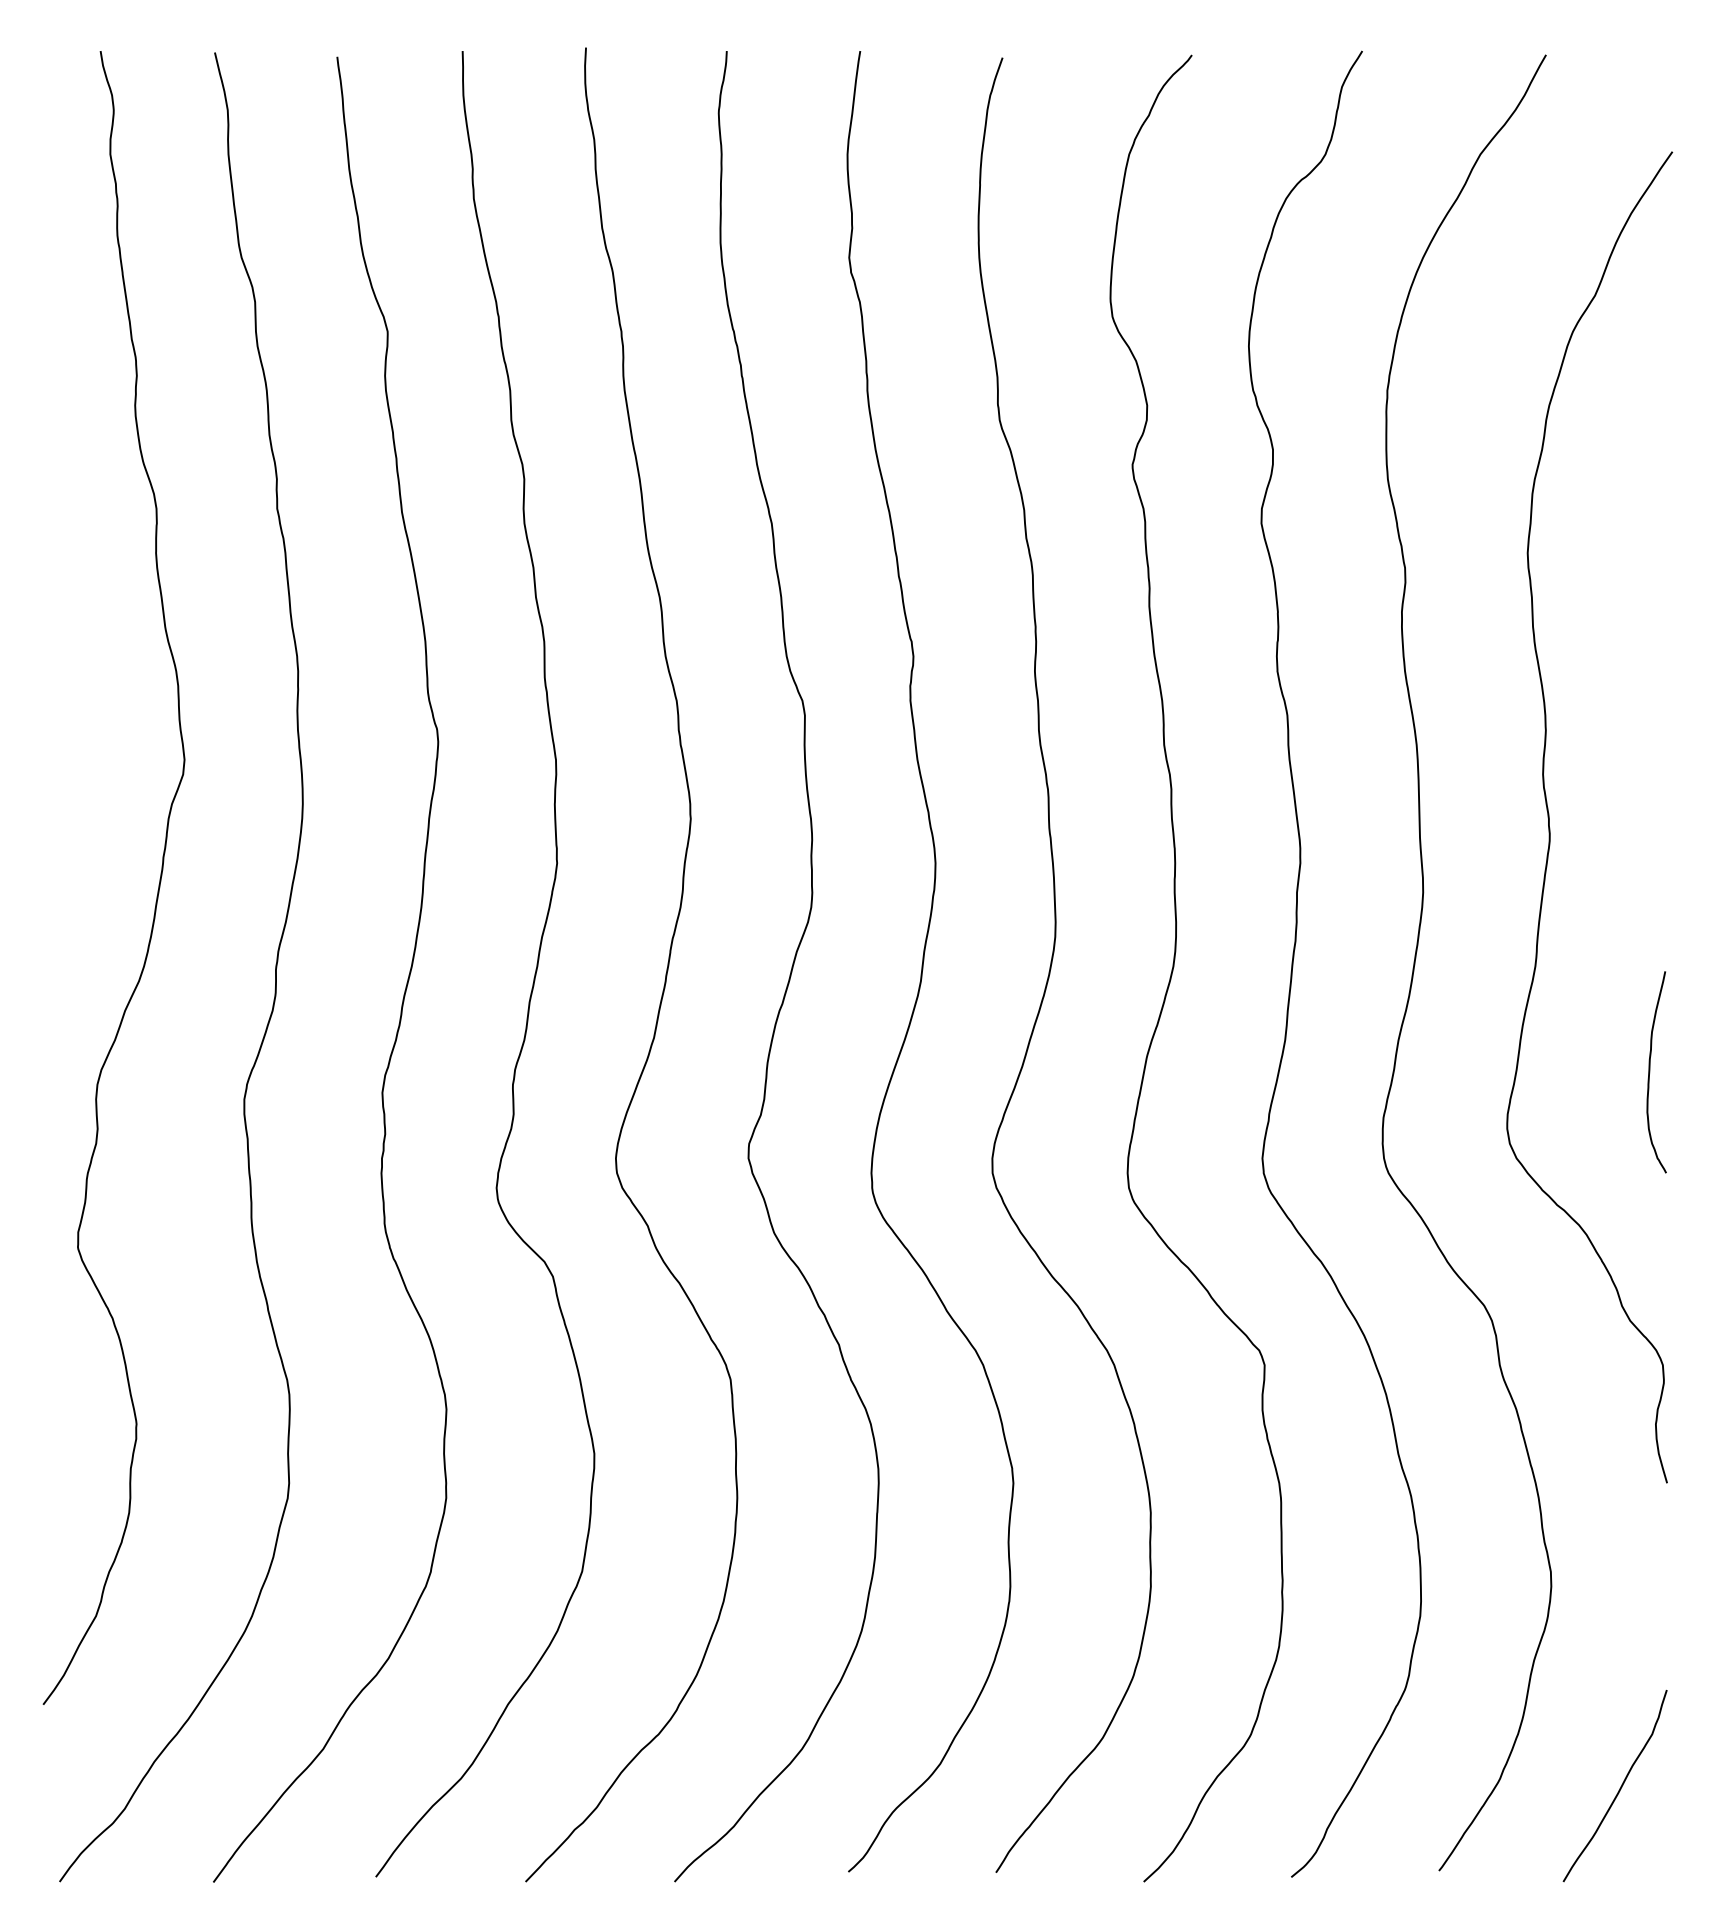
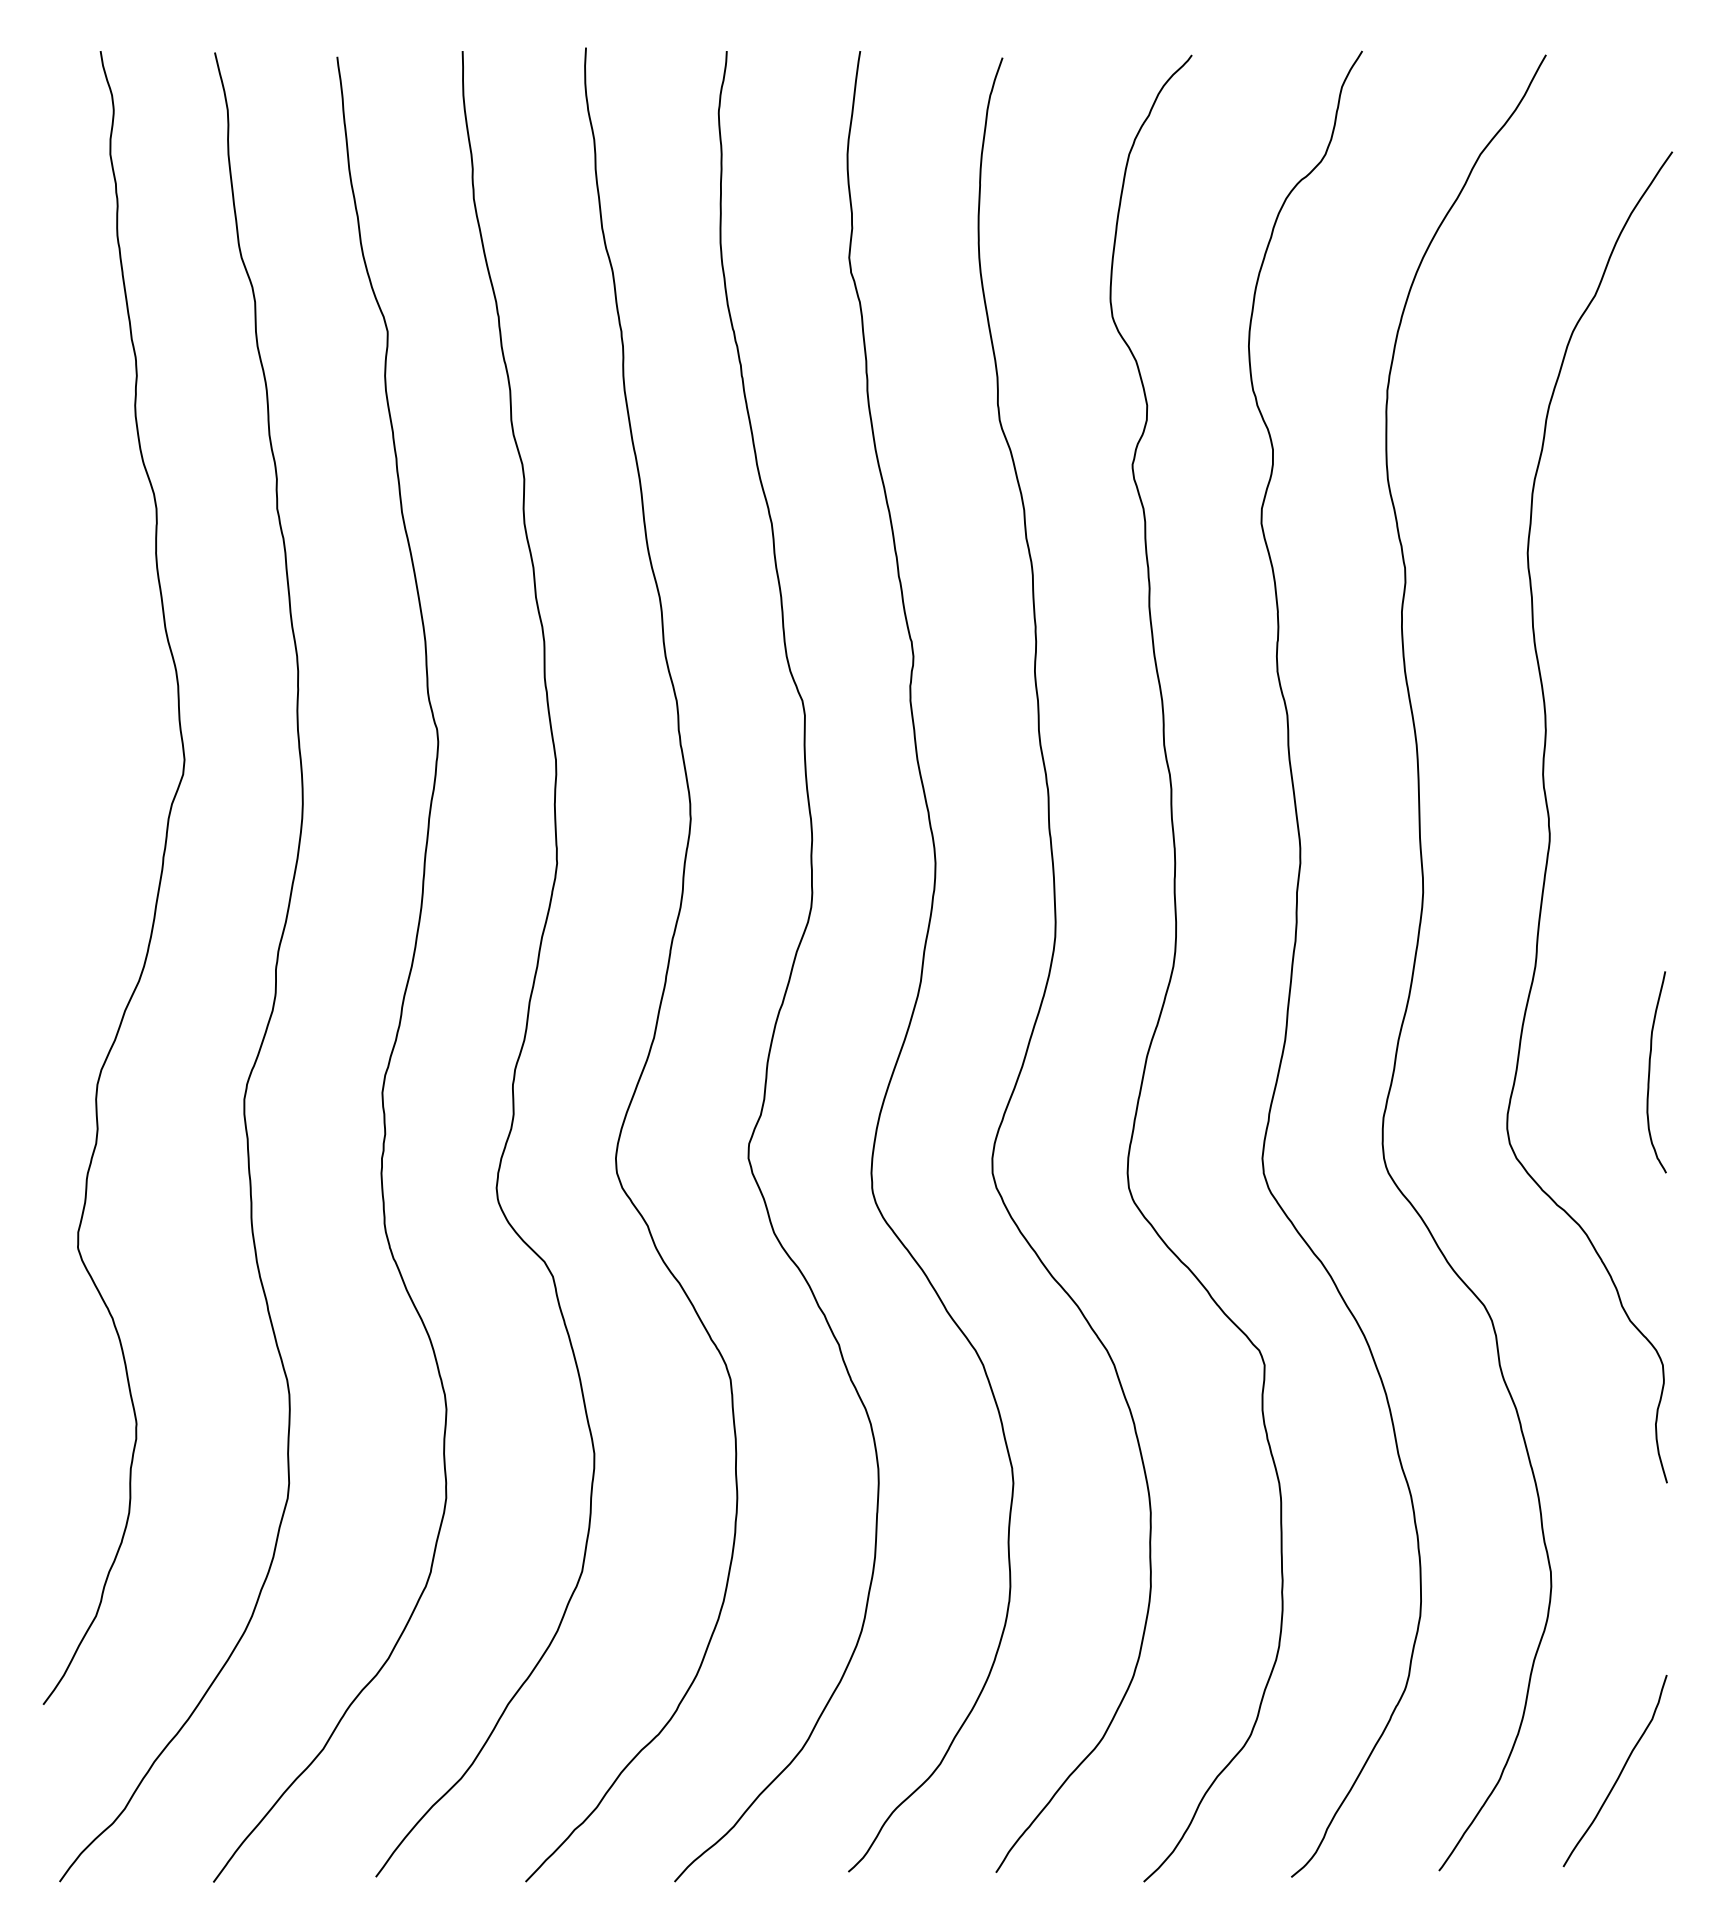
curve at (1619, 1788) position: (1619, 1788) -> (1619, 1773)
